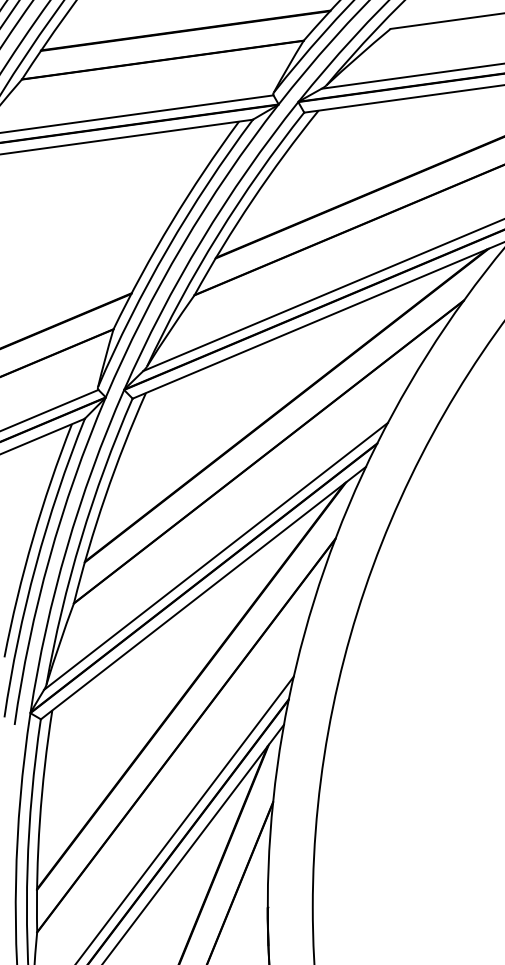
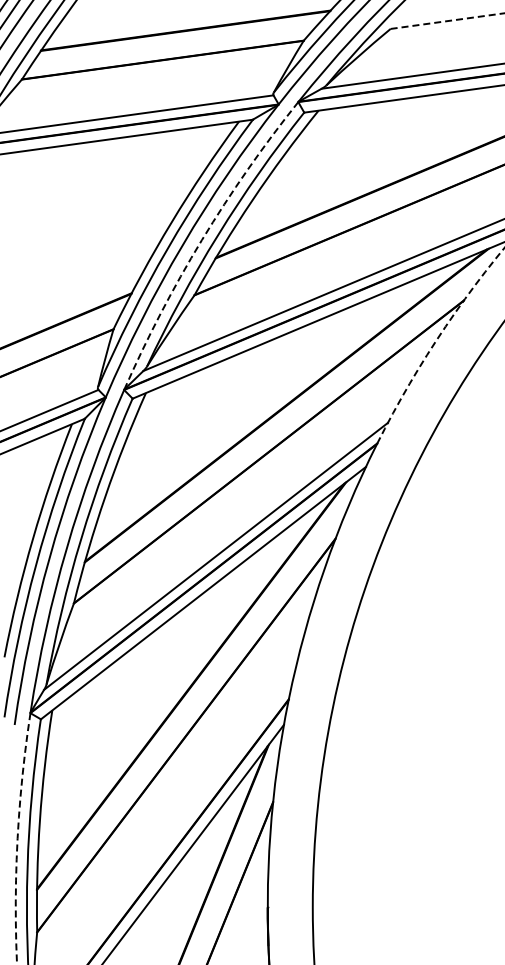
line at (448, 21): solid -> dashed
arc at (201, 240): solid -> dashed
arc at (435, 341): solid -> dashed
line at (185, 818): present -> none
arc at (17, 838): solid -> dashed
